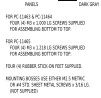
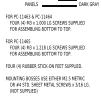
line at (59, 6): none -> present
